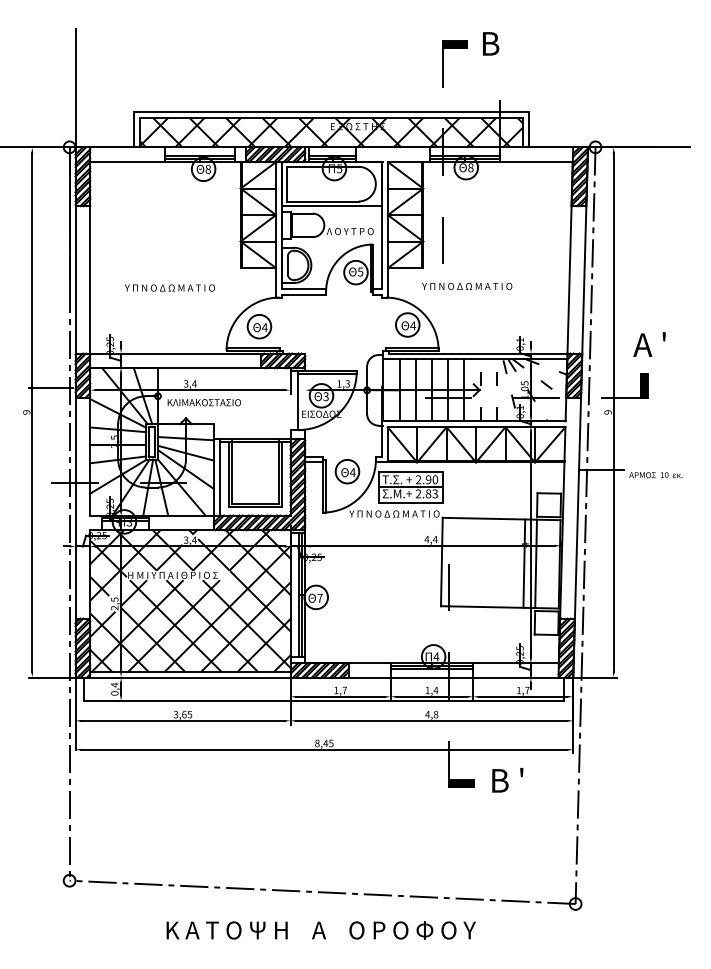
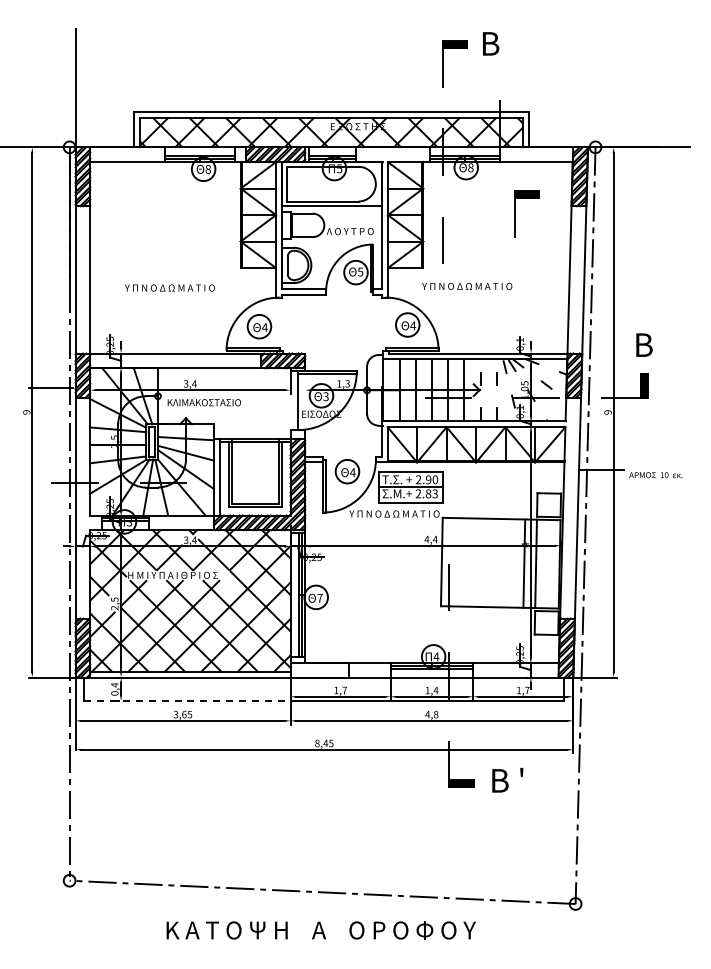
part at (515, 213): none -> present
text at (649, 344): A ' -> B
hatch at (319, 669): present -> none
line at (190, 701): solid -> dashed
